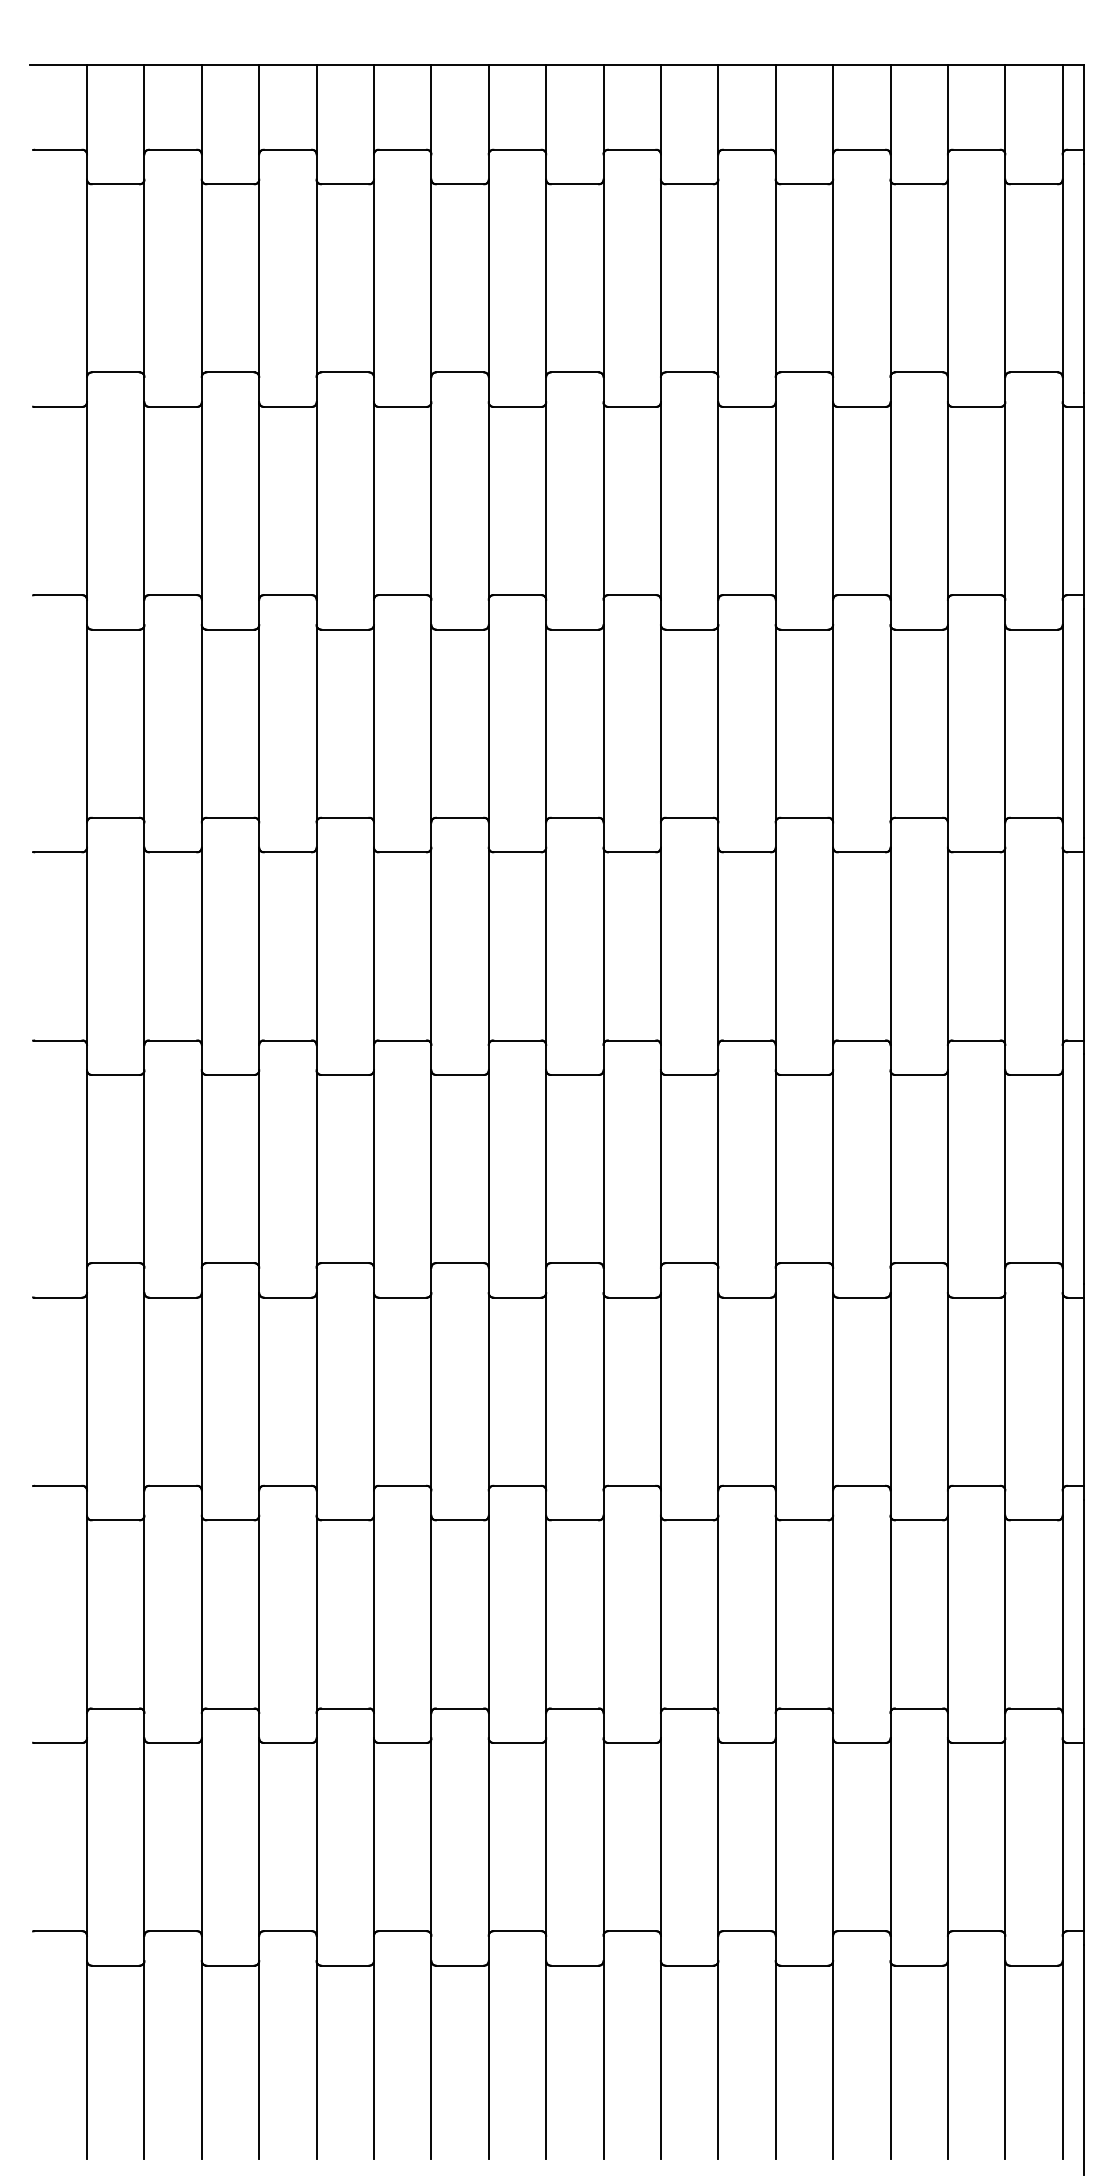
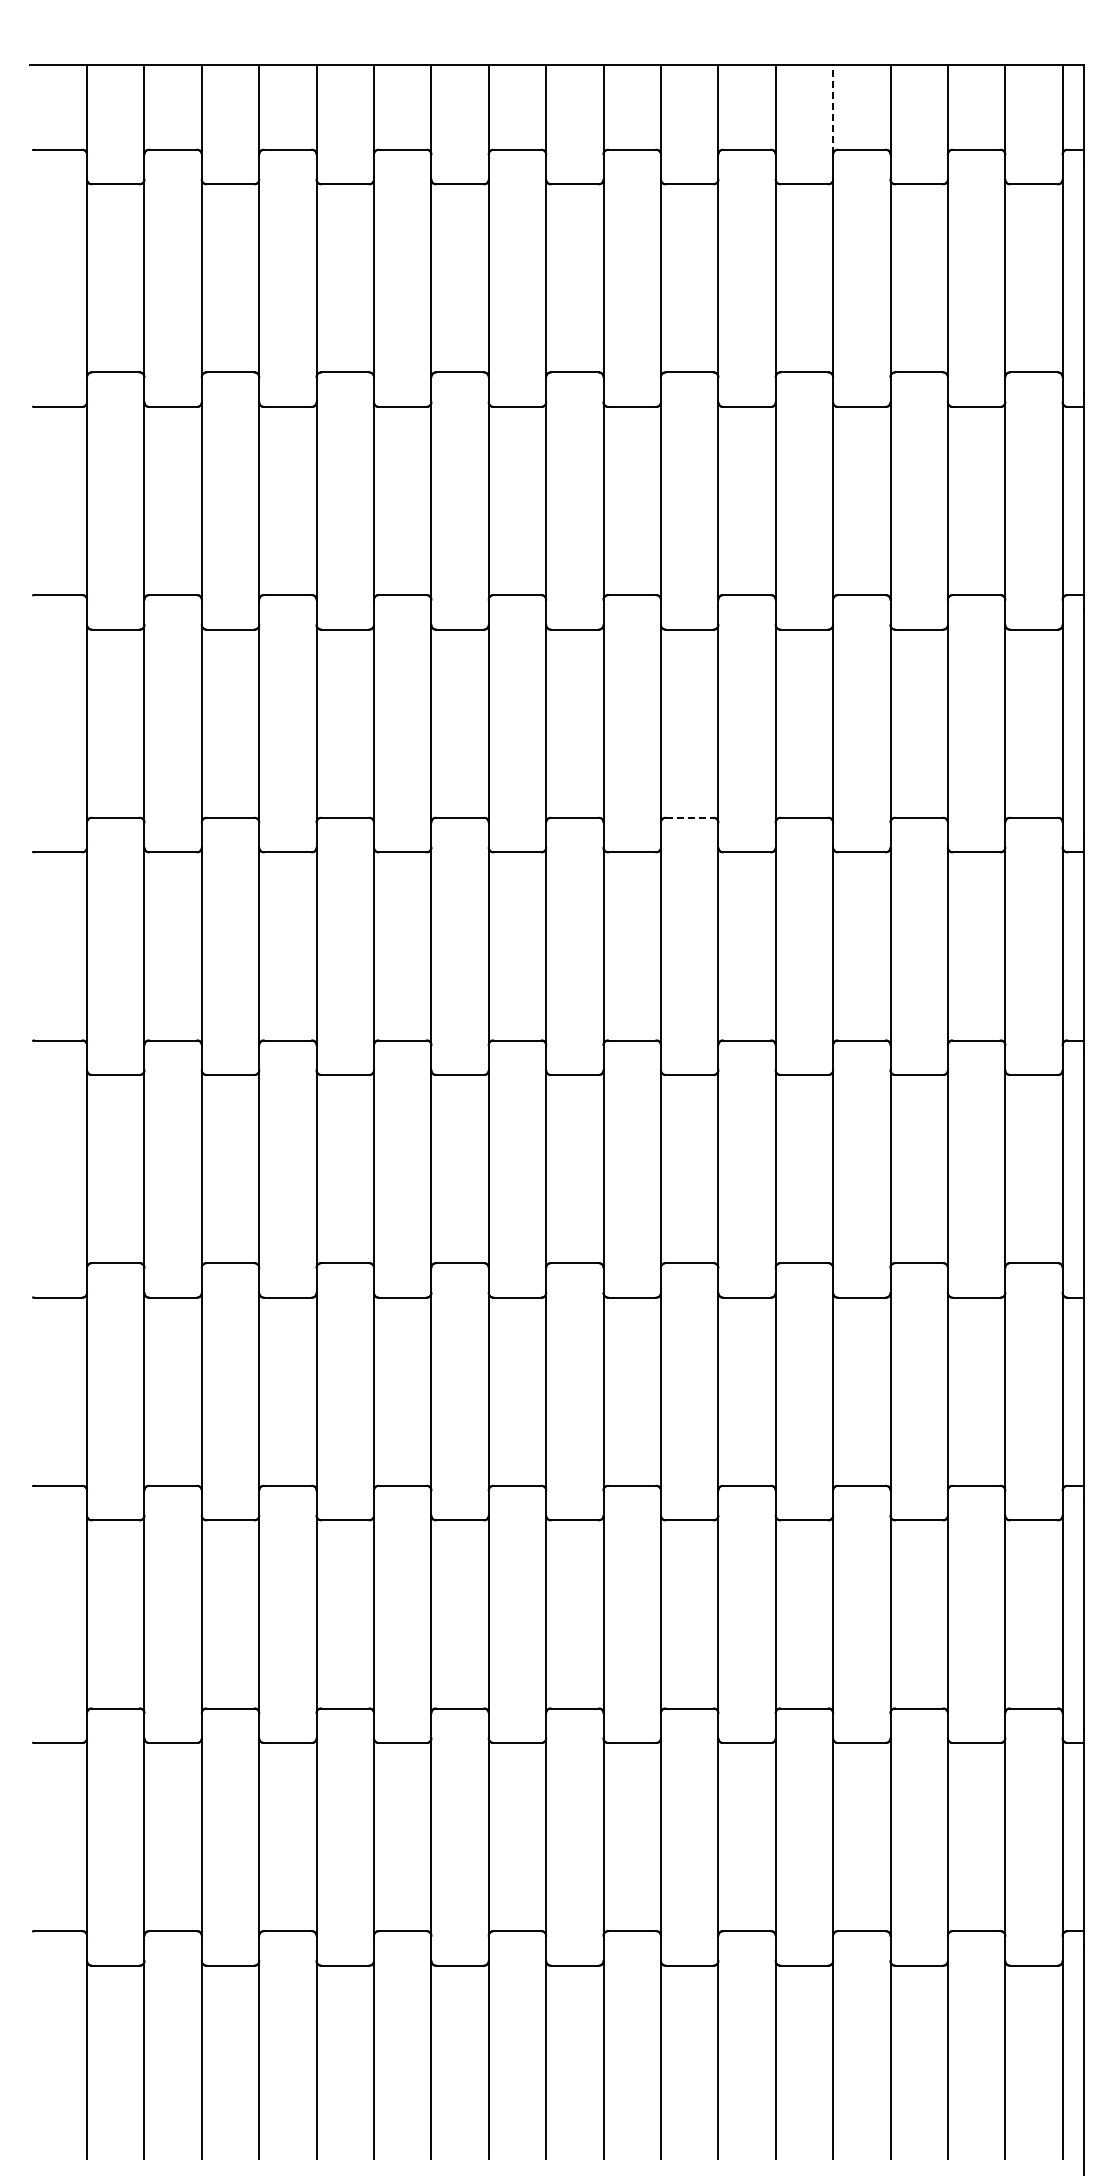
line at (833, 109): solid -> dashed
line at (690, 817): solid -> dashed
